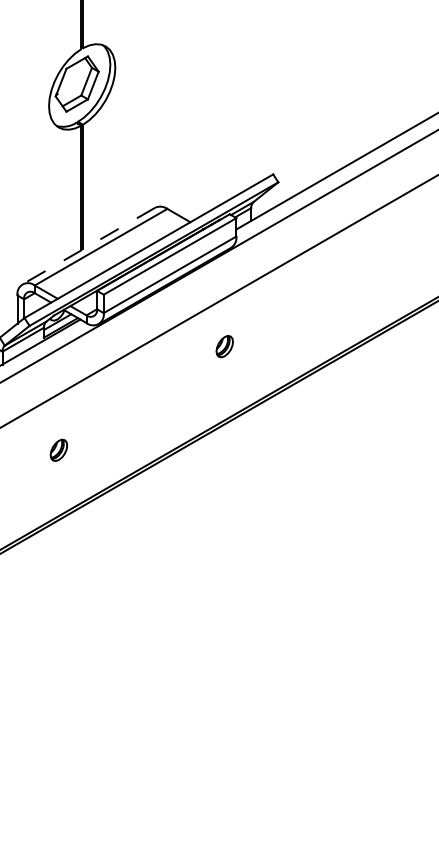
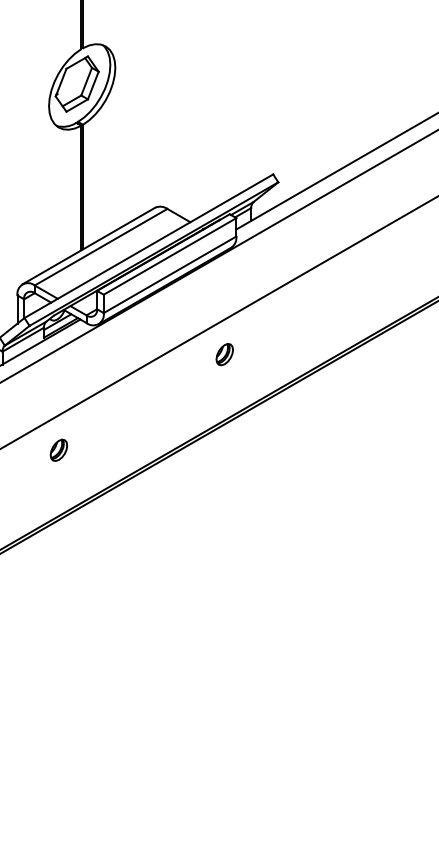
line at (88, 246): dashed -> solid
line at (218, 301) position: (218, 301) -> (218, 322)
part at (224, 346) position: (224, 346) -> (224, 354)
